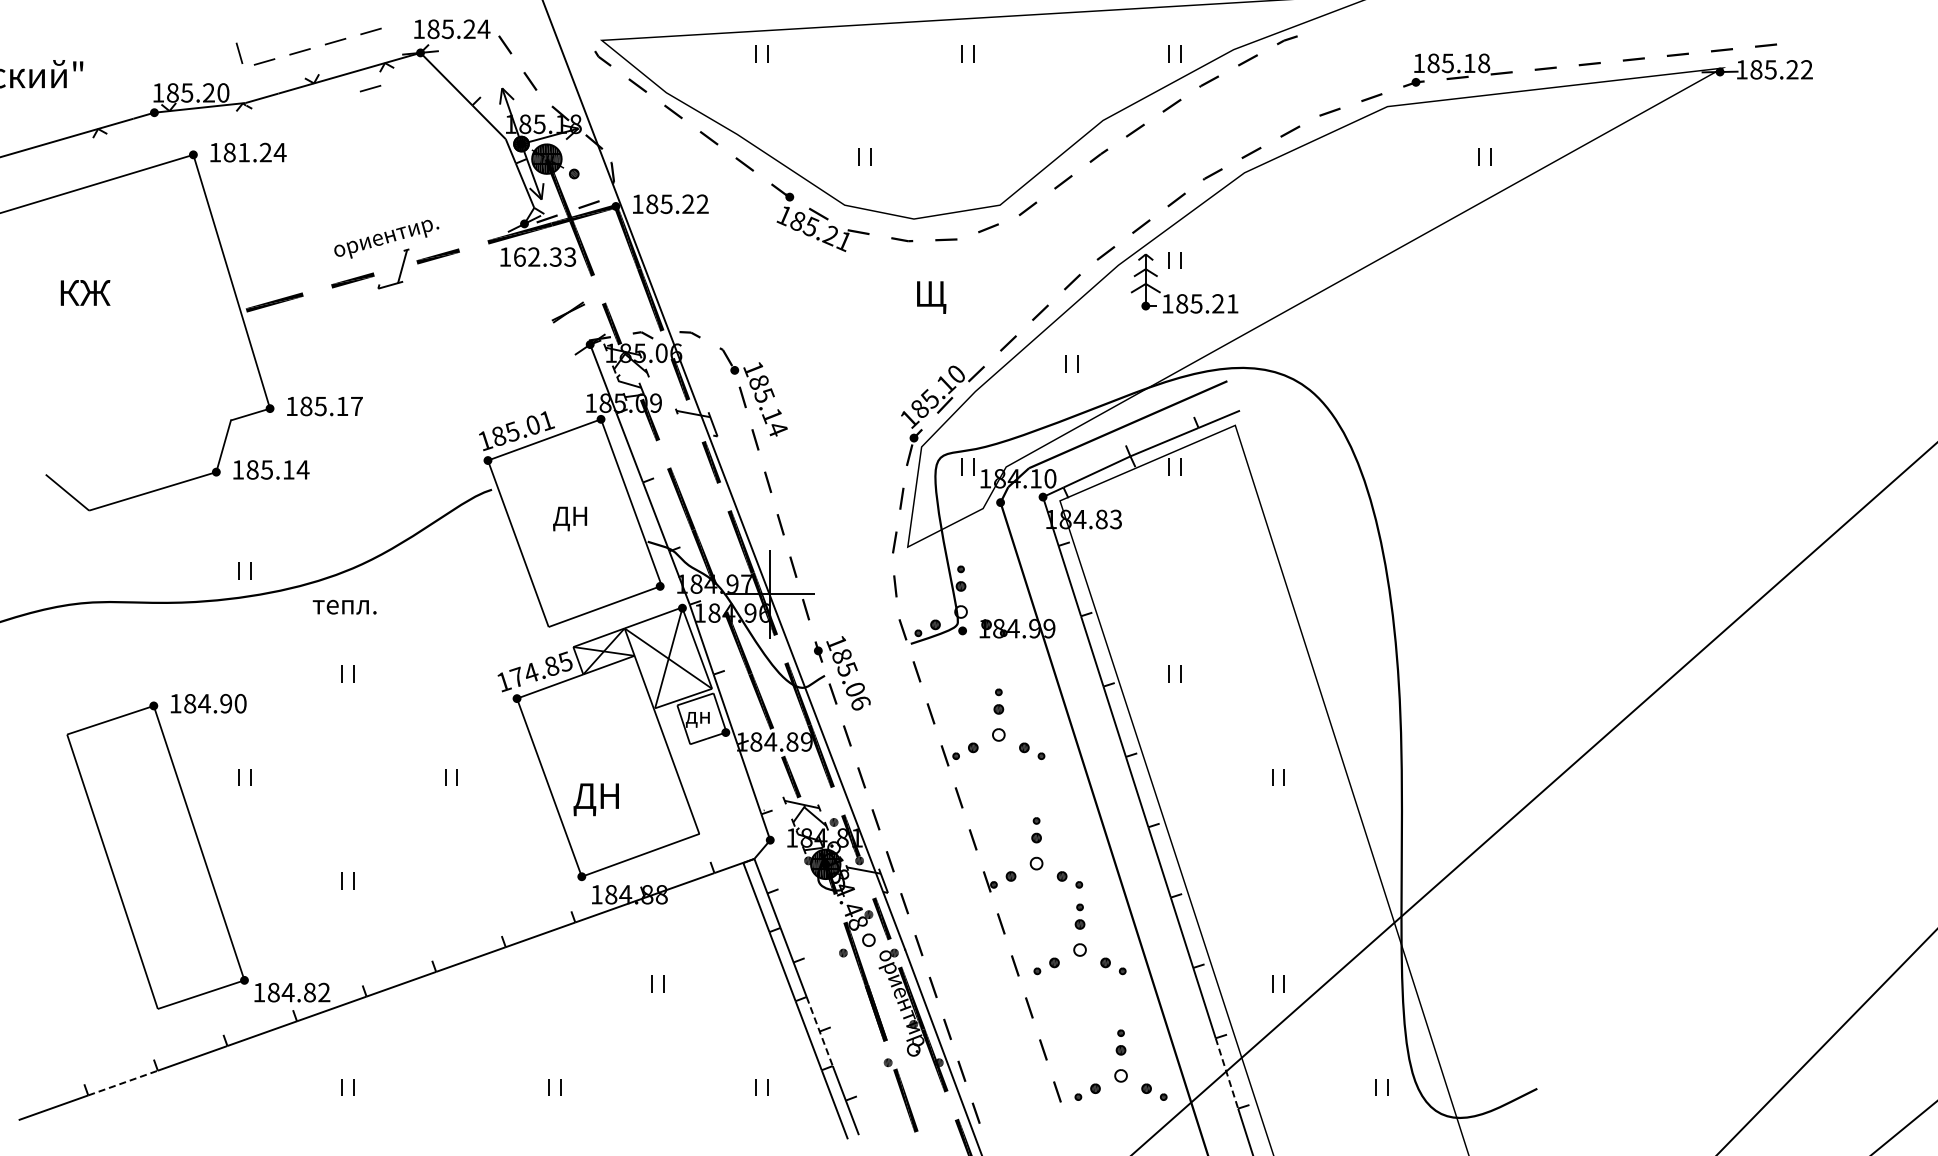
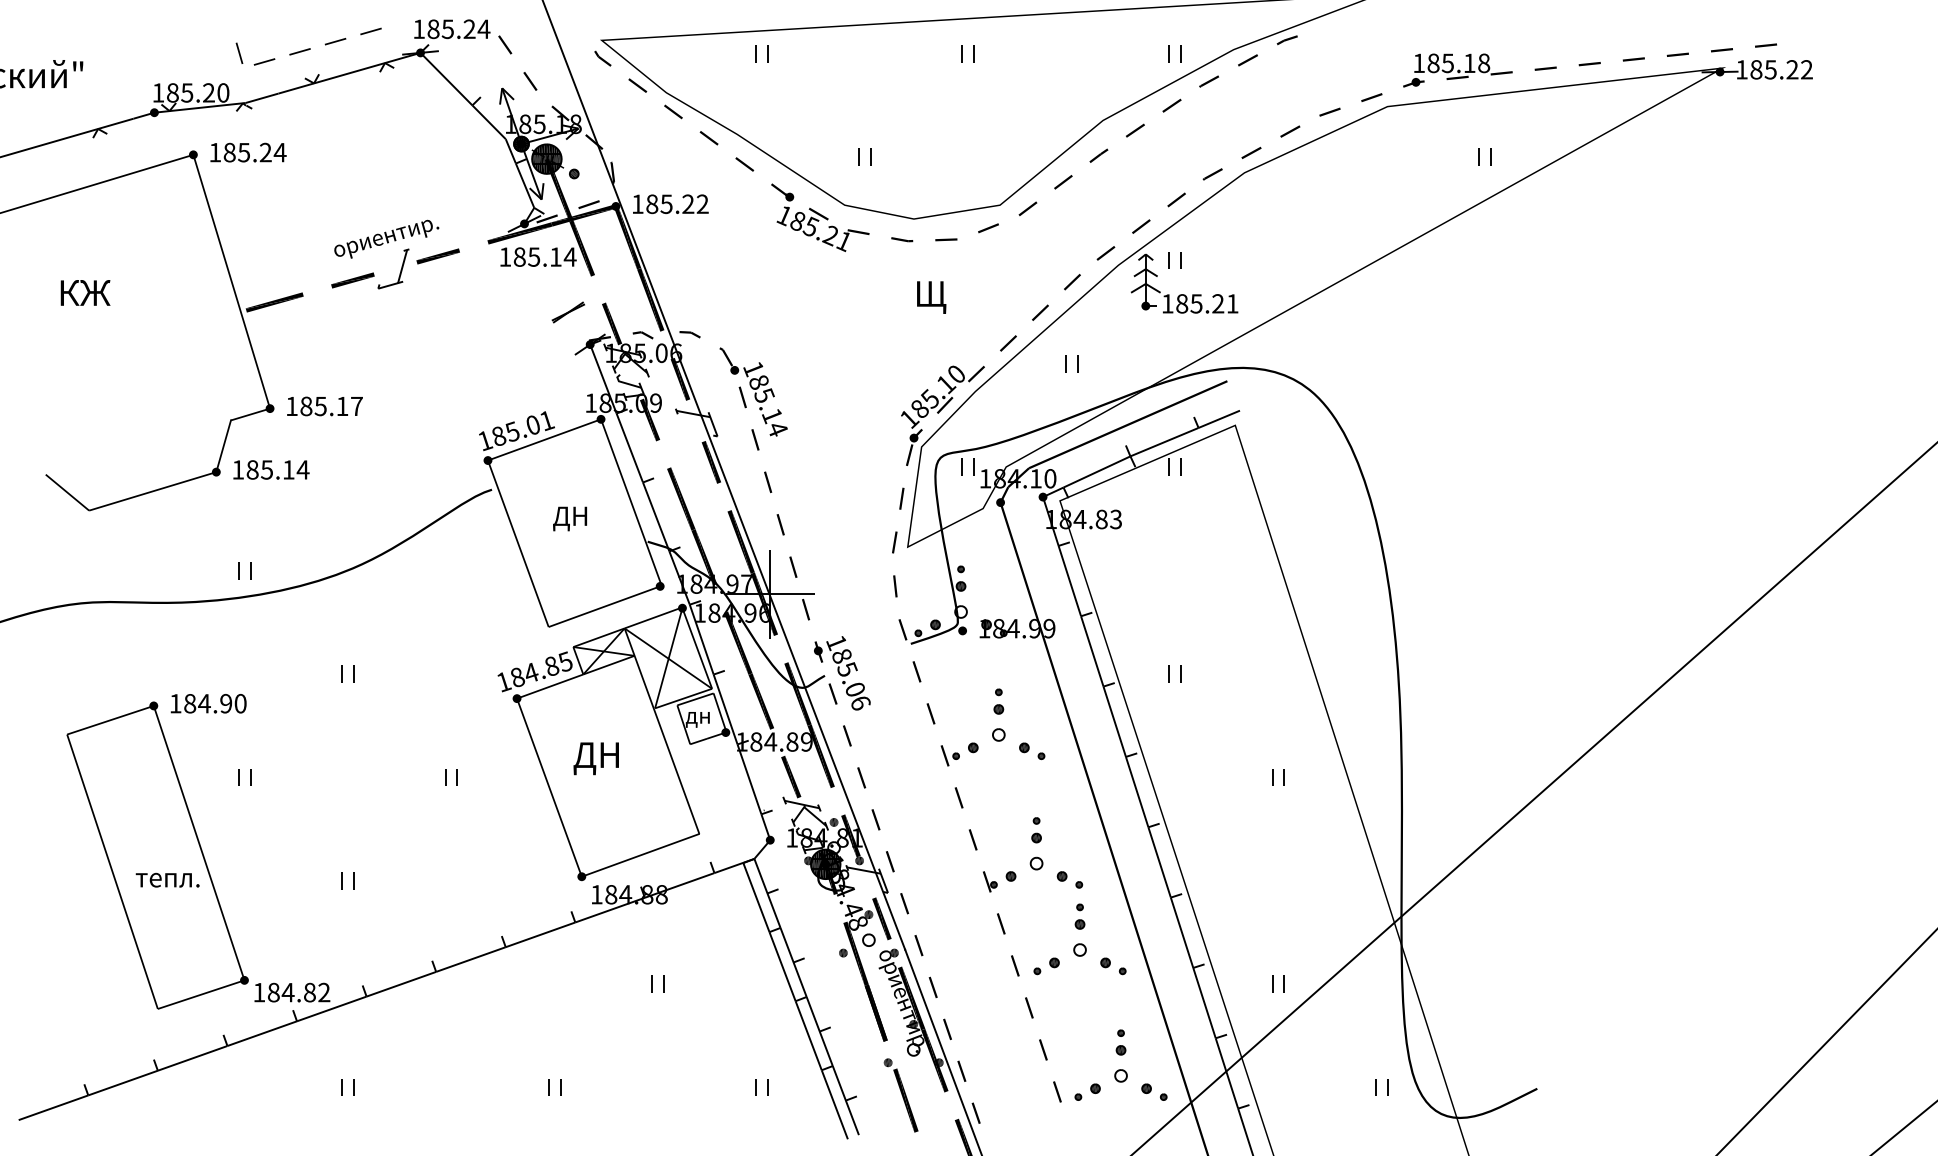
line at (370, 88): present -> none
text at (243, 152): 181.24 -> 185.24
text at (544, 256): 162.33 -> 185.14
text at (344, 606) position: (344, 606) -> (167, 879)
text at (517, 676): 174.85 -> 184.85
text at (595, 799) position: (595, 799) -> (595, 758)
line at (819, 1031): dashed -> solid
line at (1226, 1073): dashed -> solid
line at (123, 1083): dashed -> solid
